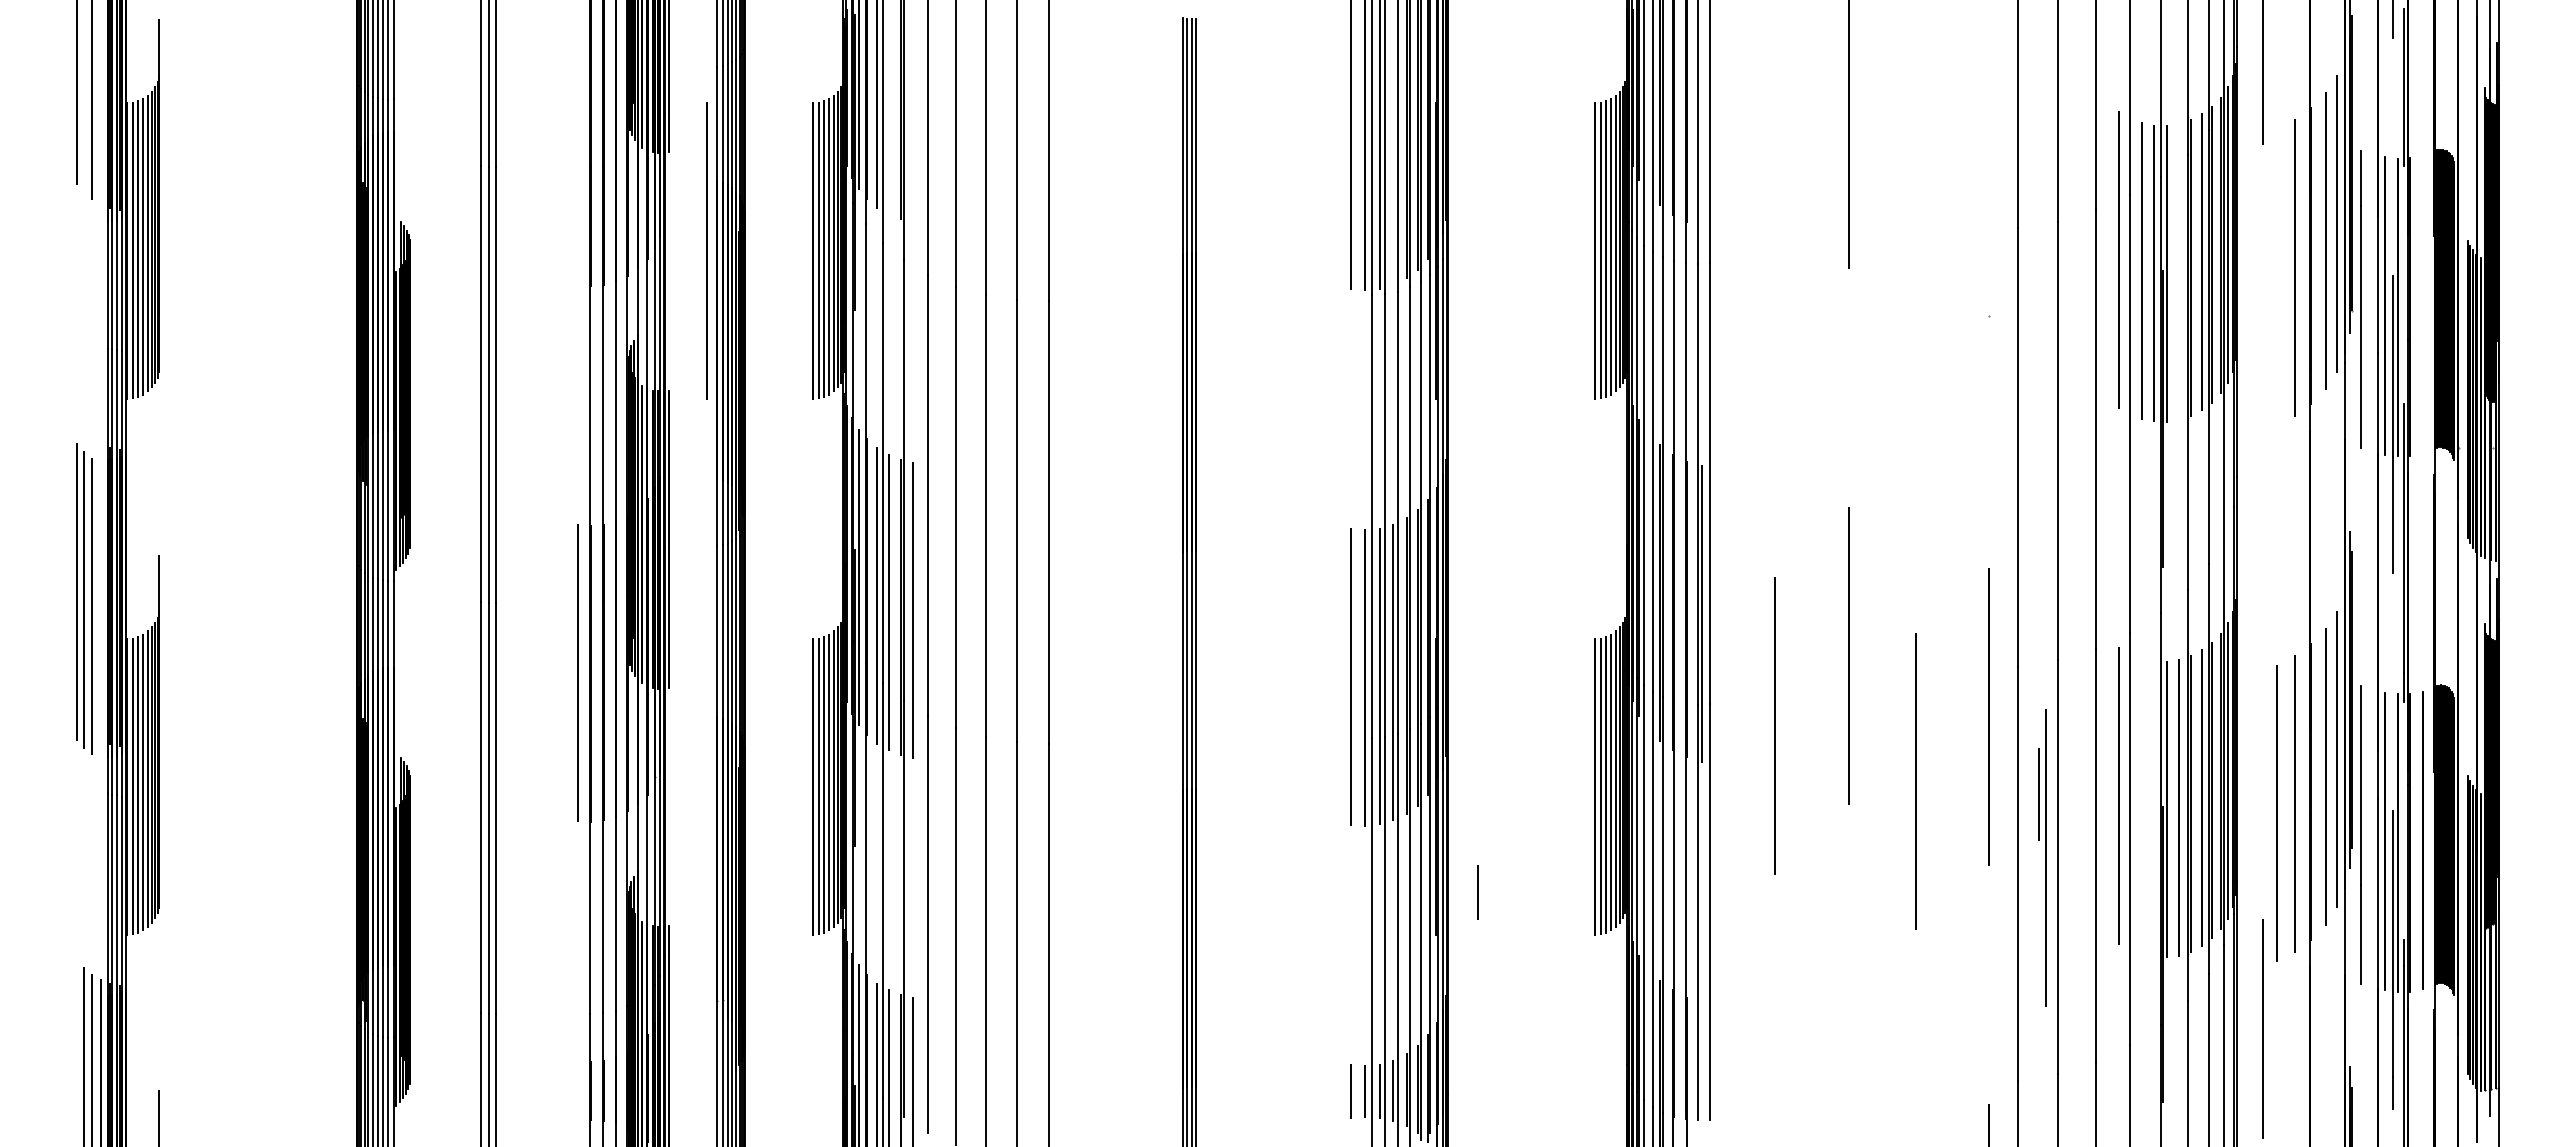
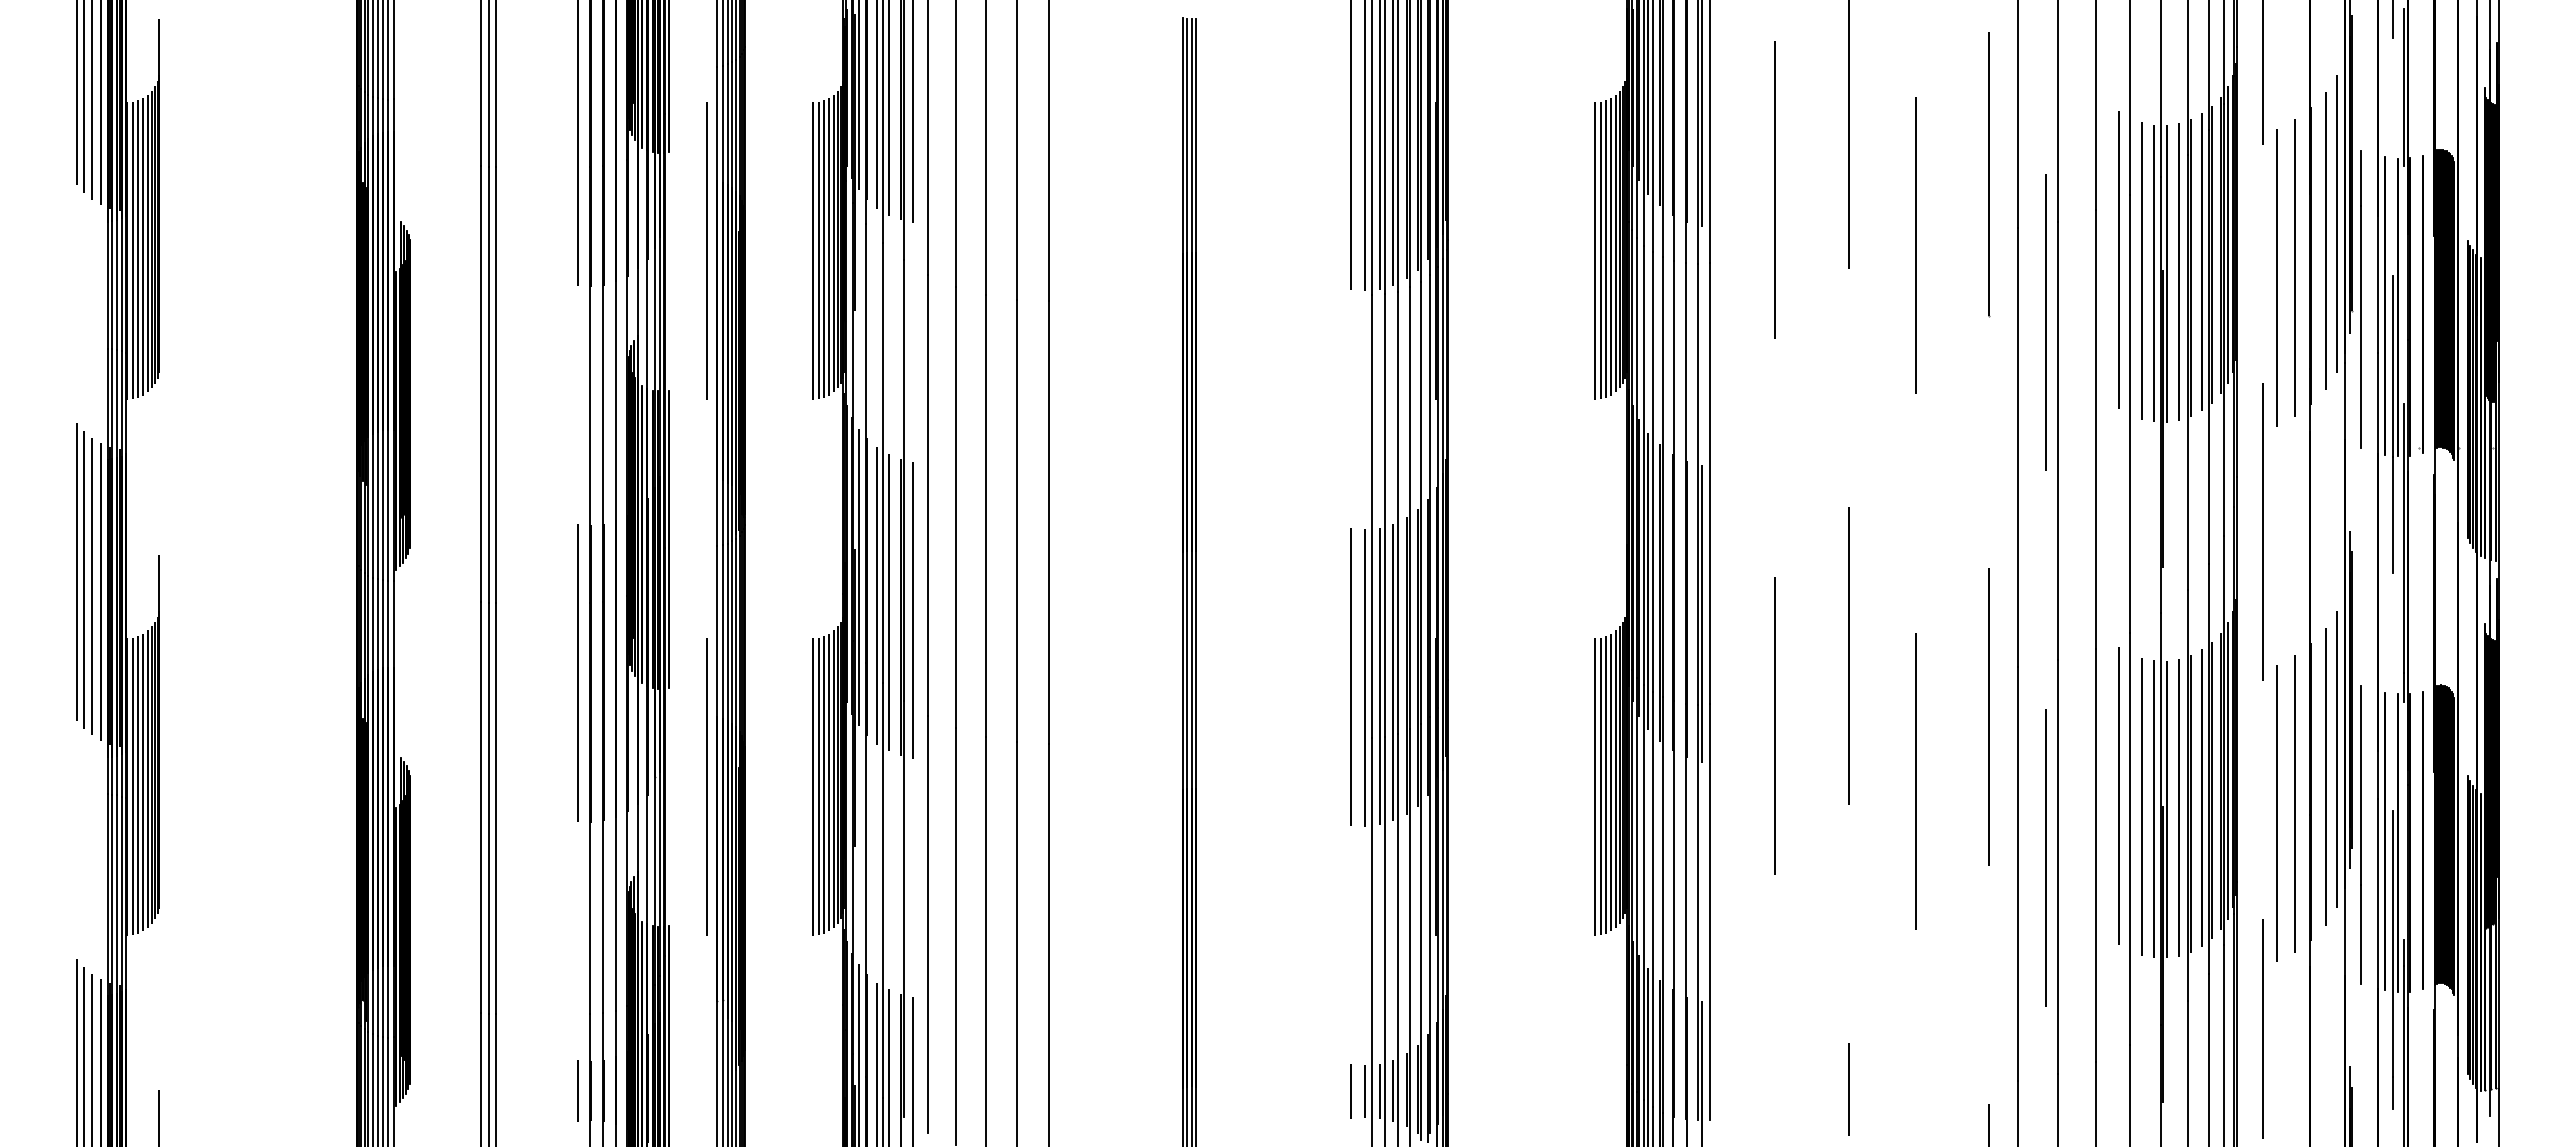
line at (83, 97): none -> present
line at (1648, 98): none -> present
line at (100, 103): none -> present
line at (888, 108): none -> present
line at (913, 112): none -> present
line at (1702, 114): none -> present
line at (578, 143): none -> present
line at (1393, 143): none -> present
line at (1988, 173): none -> present
line at (1774, 189): none -> present
line at (1915, 245): none -> present
line at (2178, 271): none -> present
line at (2276, 277): none -> present
part at (2420, 304): none -> present
line at (2045, 322): none -> present
line at (2262, 531): none -> present
line at (1648, 581): none -> present
line at (100, 591): none -> present
part at (84, 598) position: (84, 598) -> (84, 578)
line at (706, 786): none -> present
line at (2038, 794) position: (2038, 794) -> (1848, 1089)
line at (2141, 806): none -> present
line at (2154, 808): none -> present
line at (1477, 892): present -> none
line at (77, 1051): none -> present
line at (1648, 1055): none -> present
line at (1702, 1072): none -> present
line at (577, 1090): none -> present
